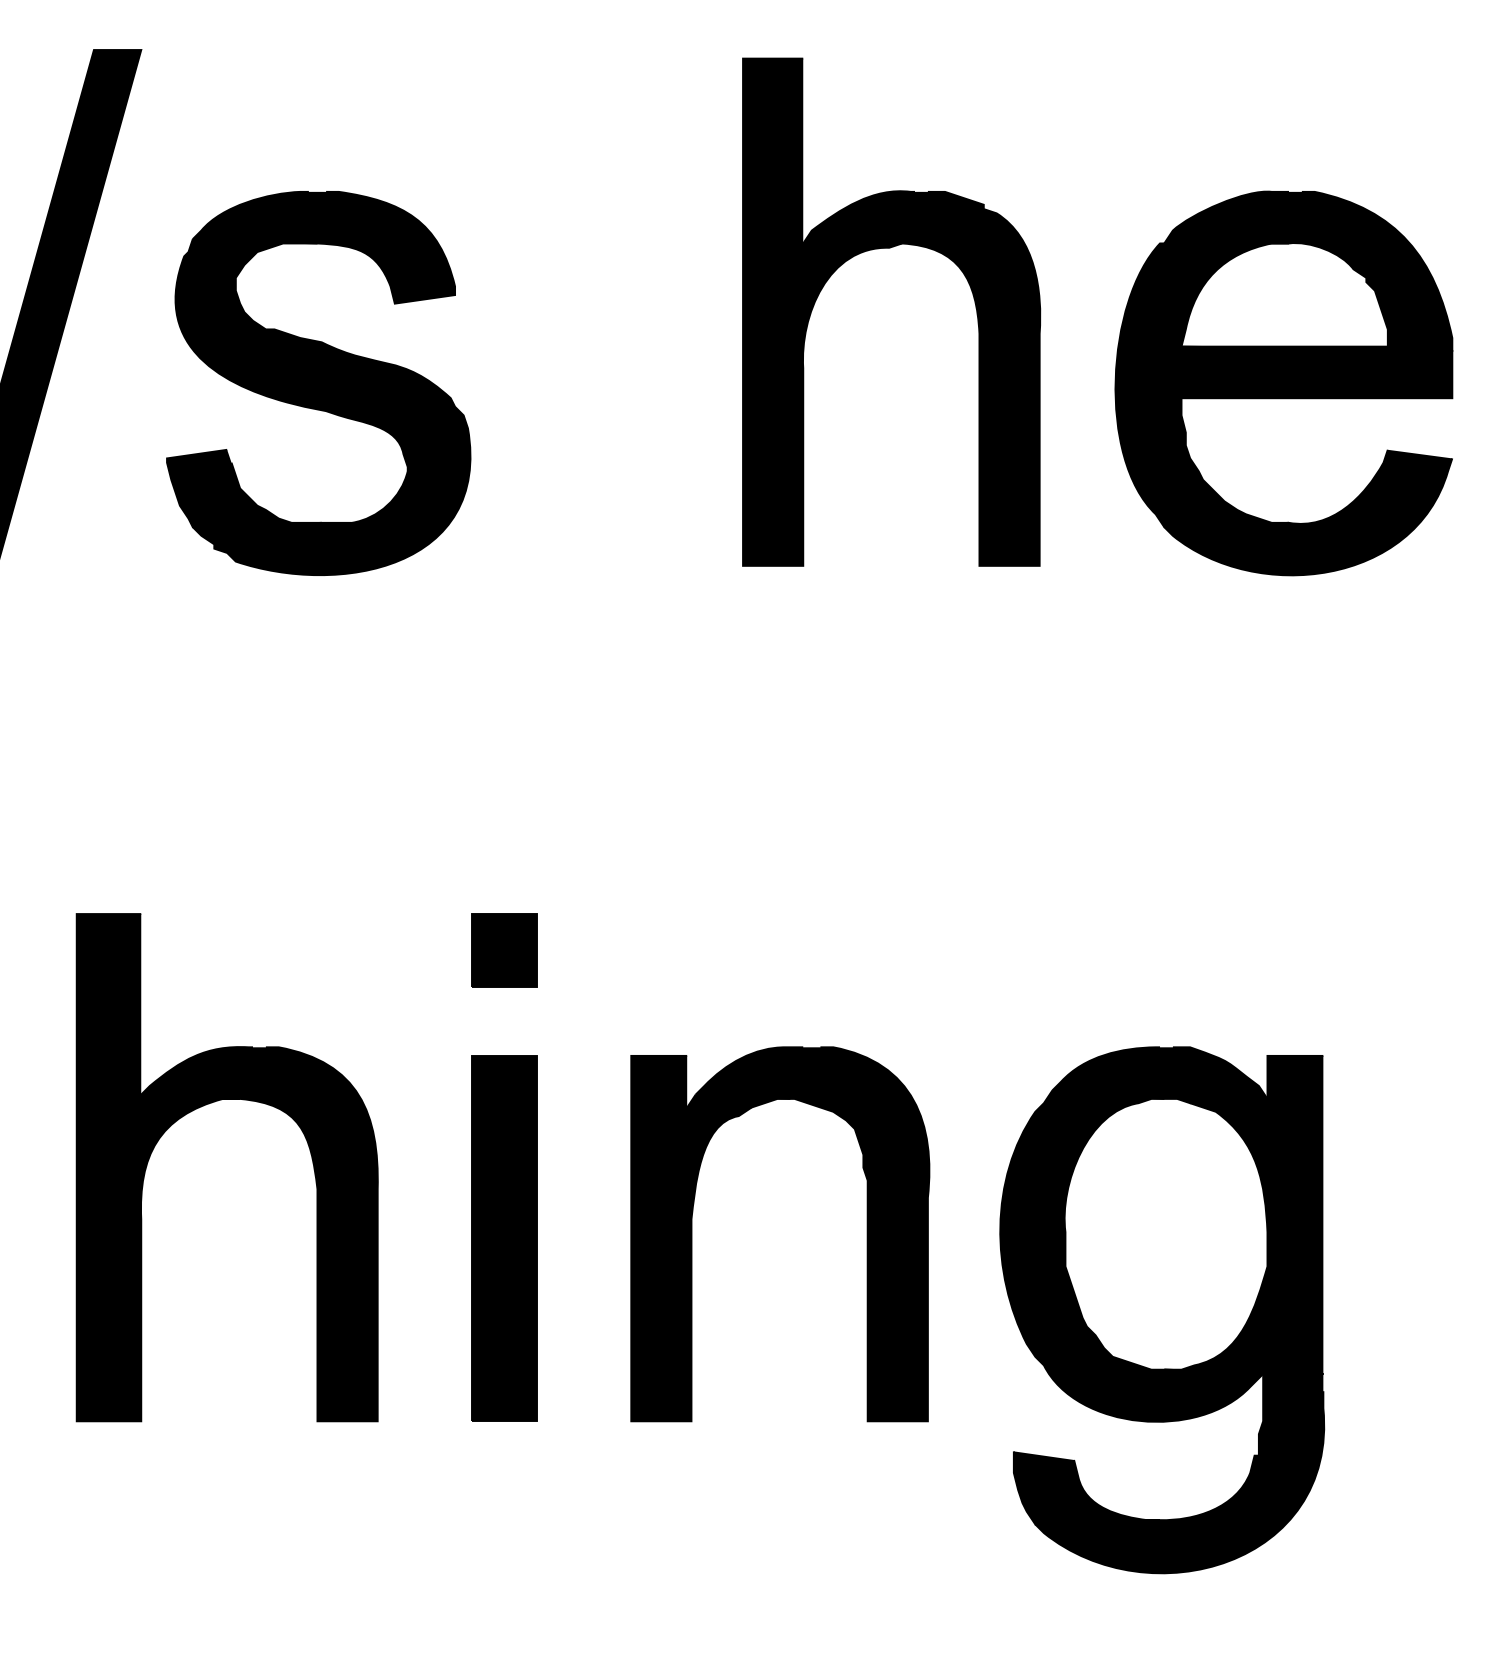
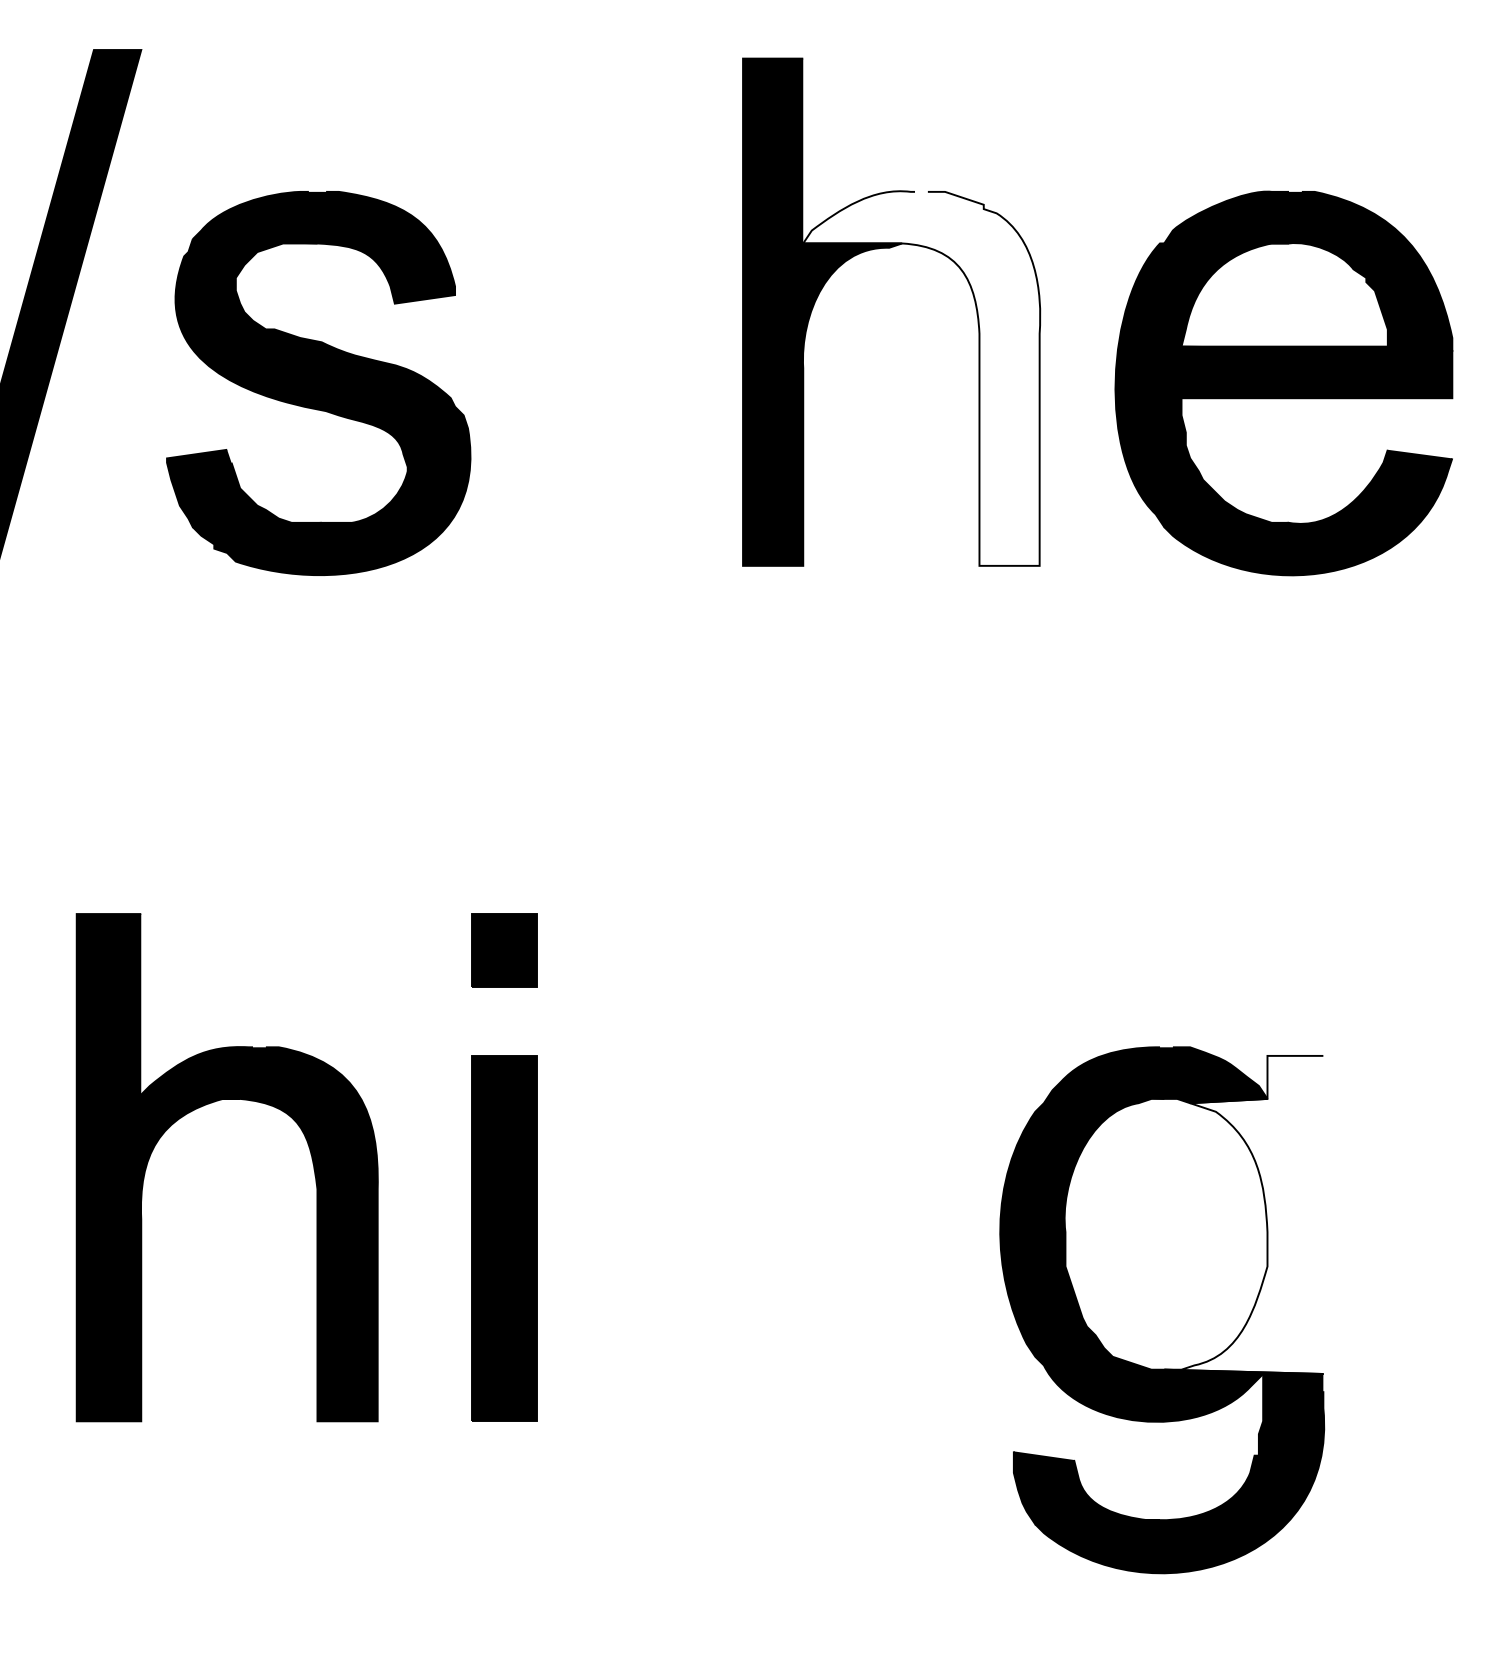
fill at (921, 378): present -> none
fill at (1243, 1214): present -> none
part at (866, 1234): present -> none
